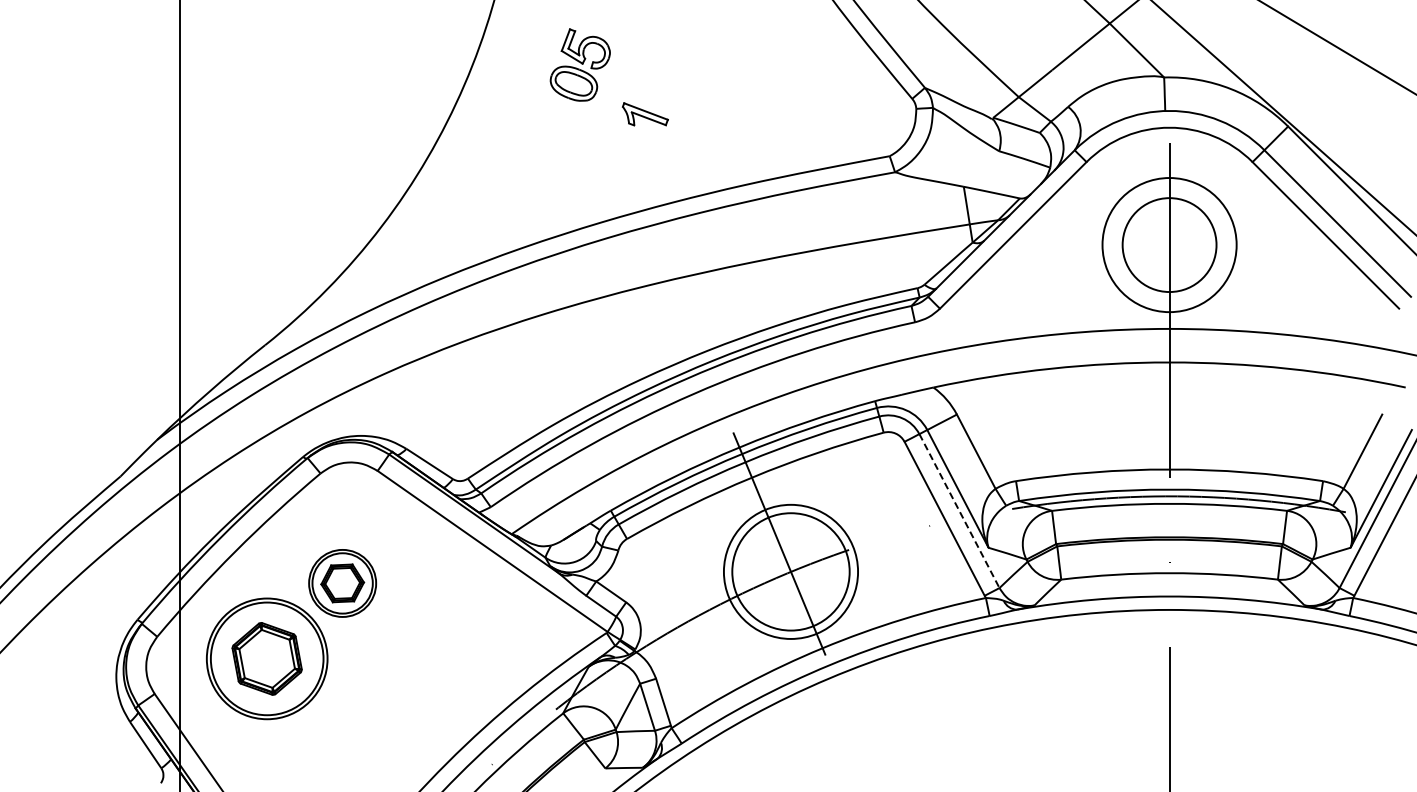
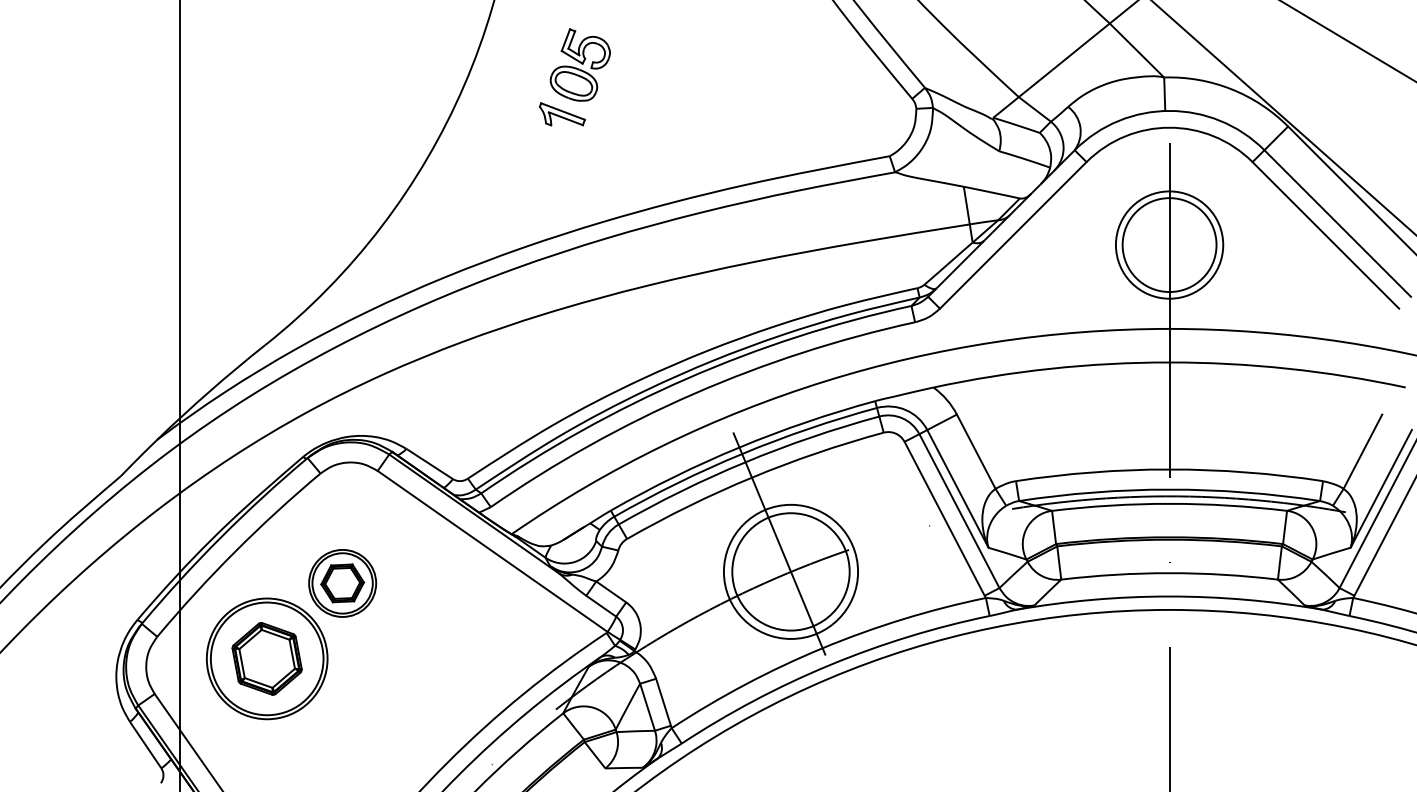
line at (1337, 47) position: (1337, 47) -> (1347, 41)
part at (645, 114) position: (645, 114) -> (562, 114)
circle at (1169, 245) diameter: 134 px -> 107 px
line at (959, 511): dashed -> solid
